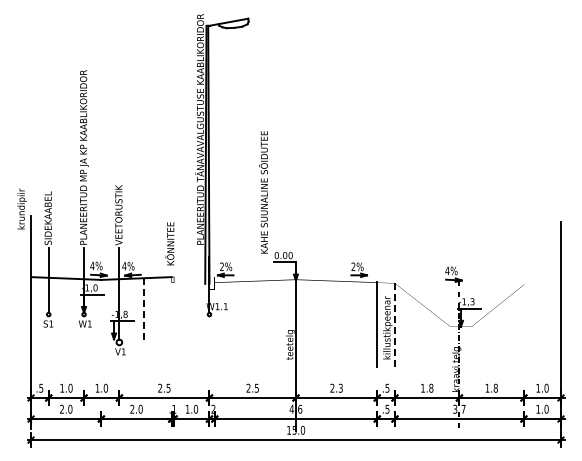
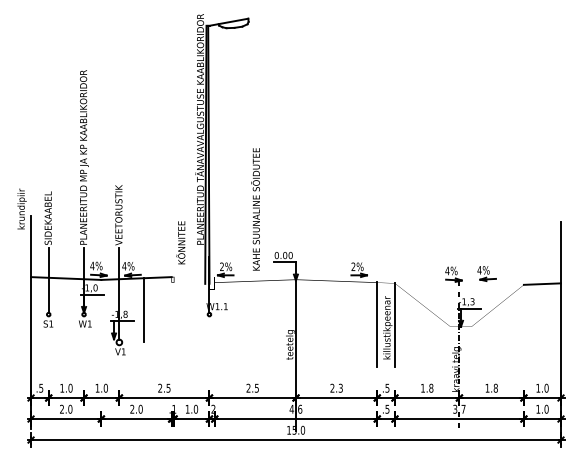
text at (263, 192) position: (263, 192) -> (255, 209)
text at (169, 243) position: (169, 243) -> (180, 242)
part at (486, 273): none -> present
line at (542, 283): none -> present
line at (144, 309): dashed -> solid
line at (394, 325): dashed -> solid
